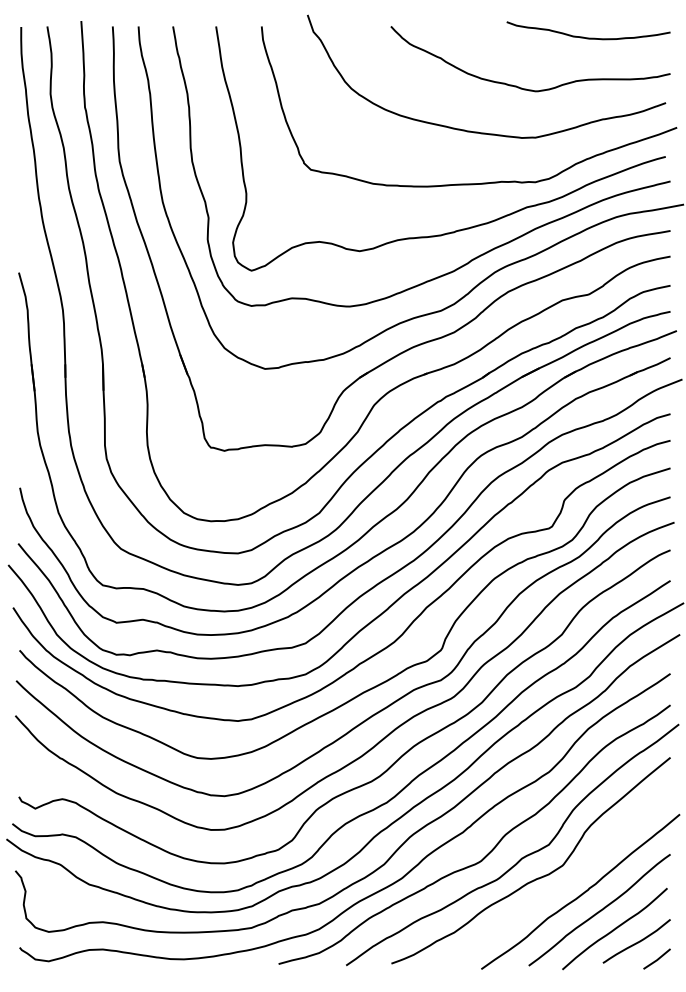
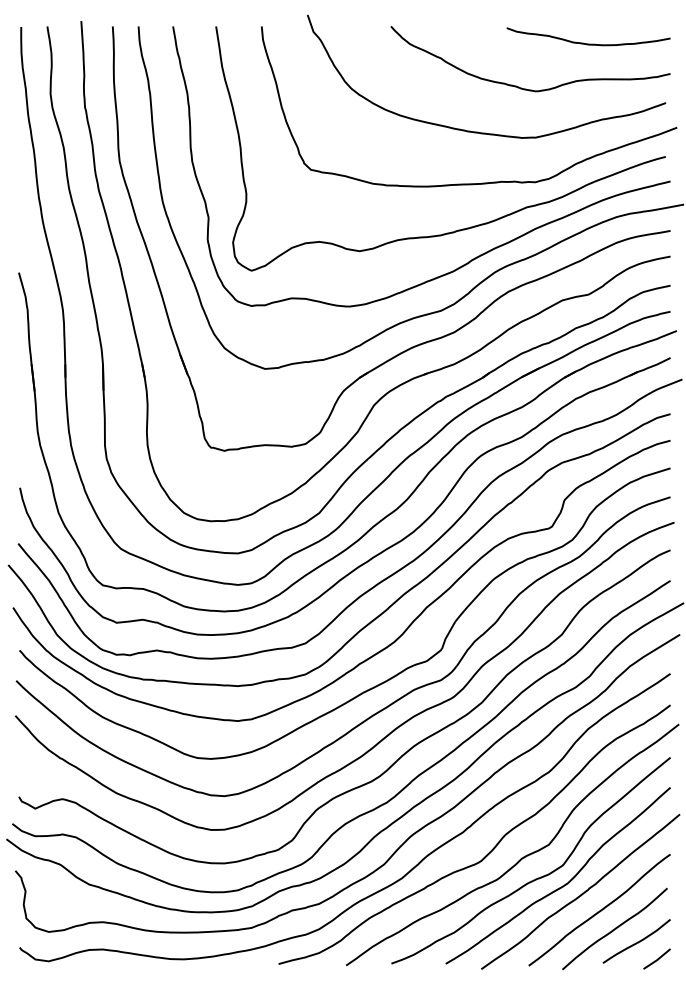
curve at (588, 37) position: (588, 37) -> (588, 43)
curve at (562, 885): none -> present
